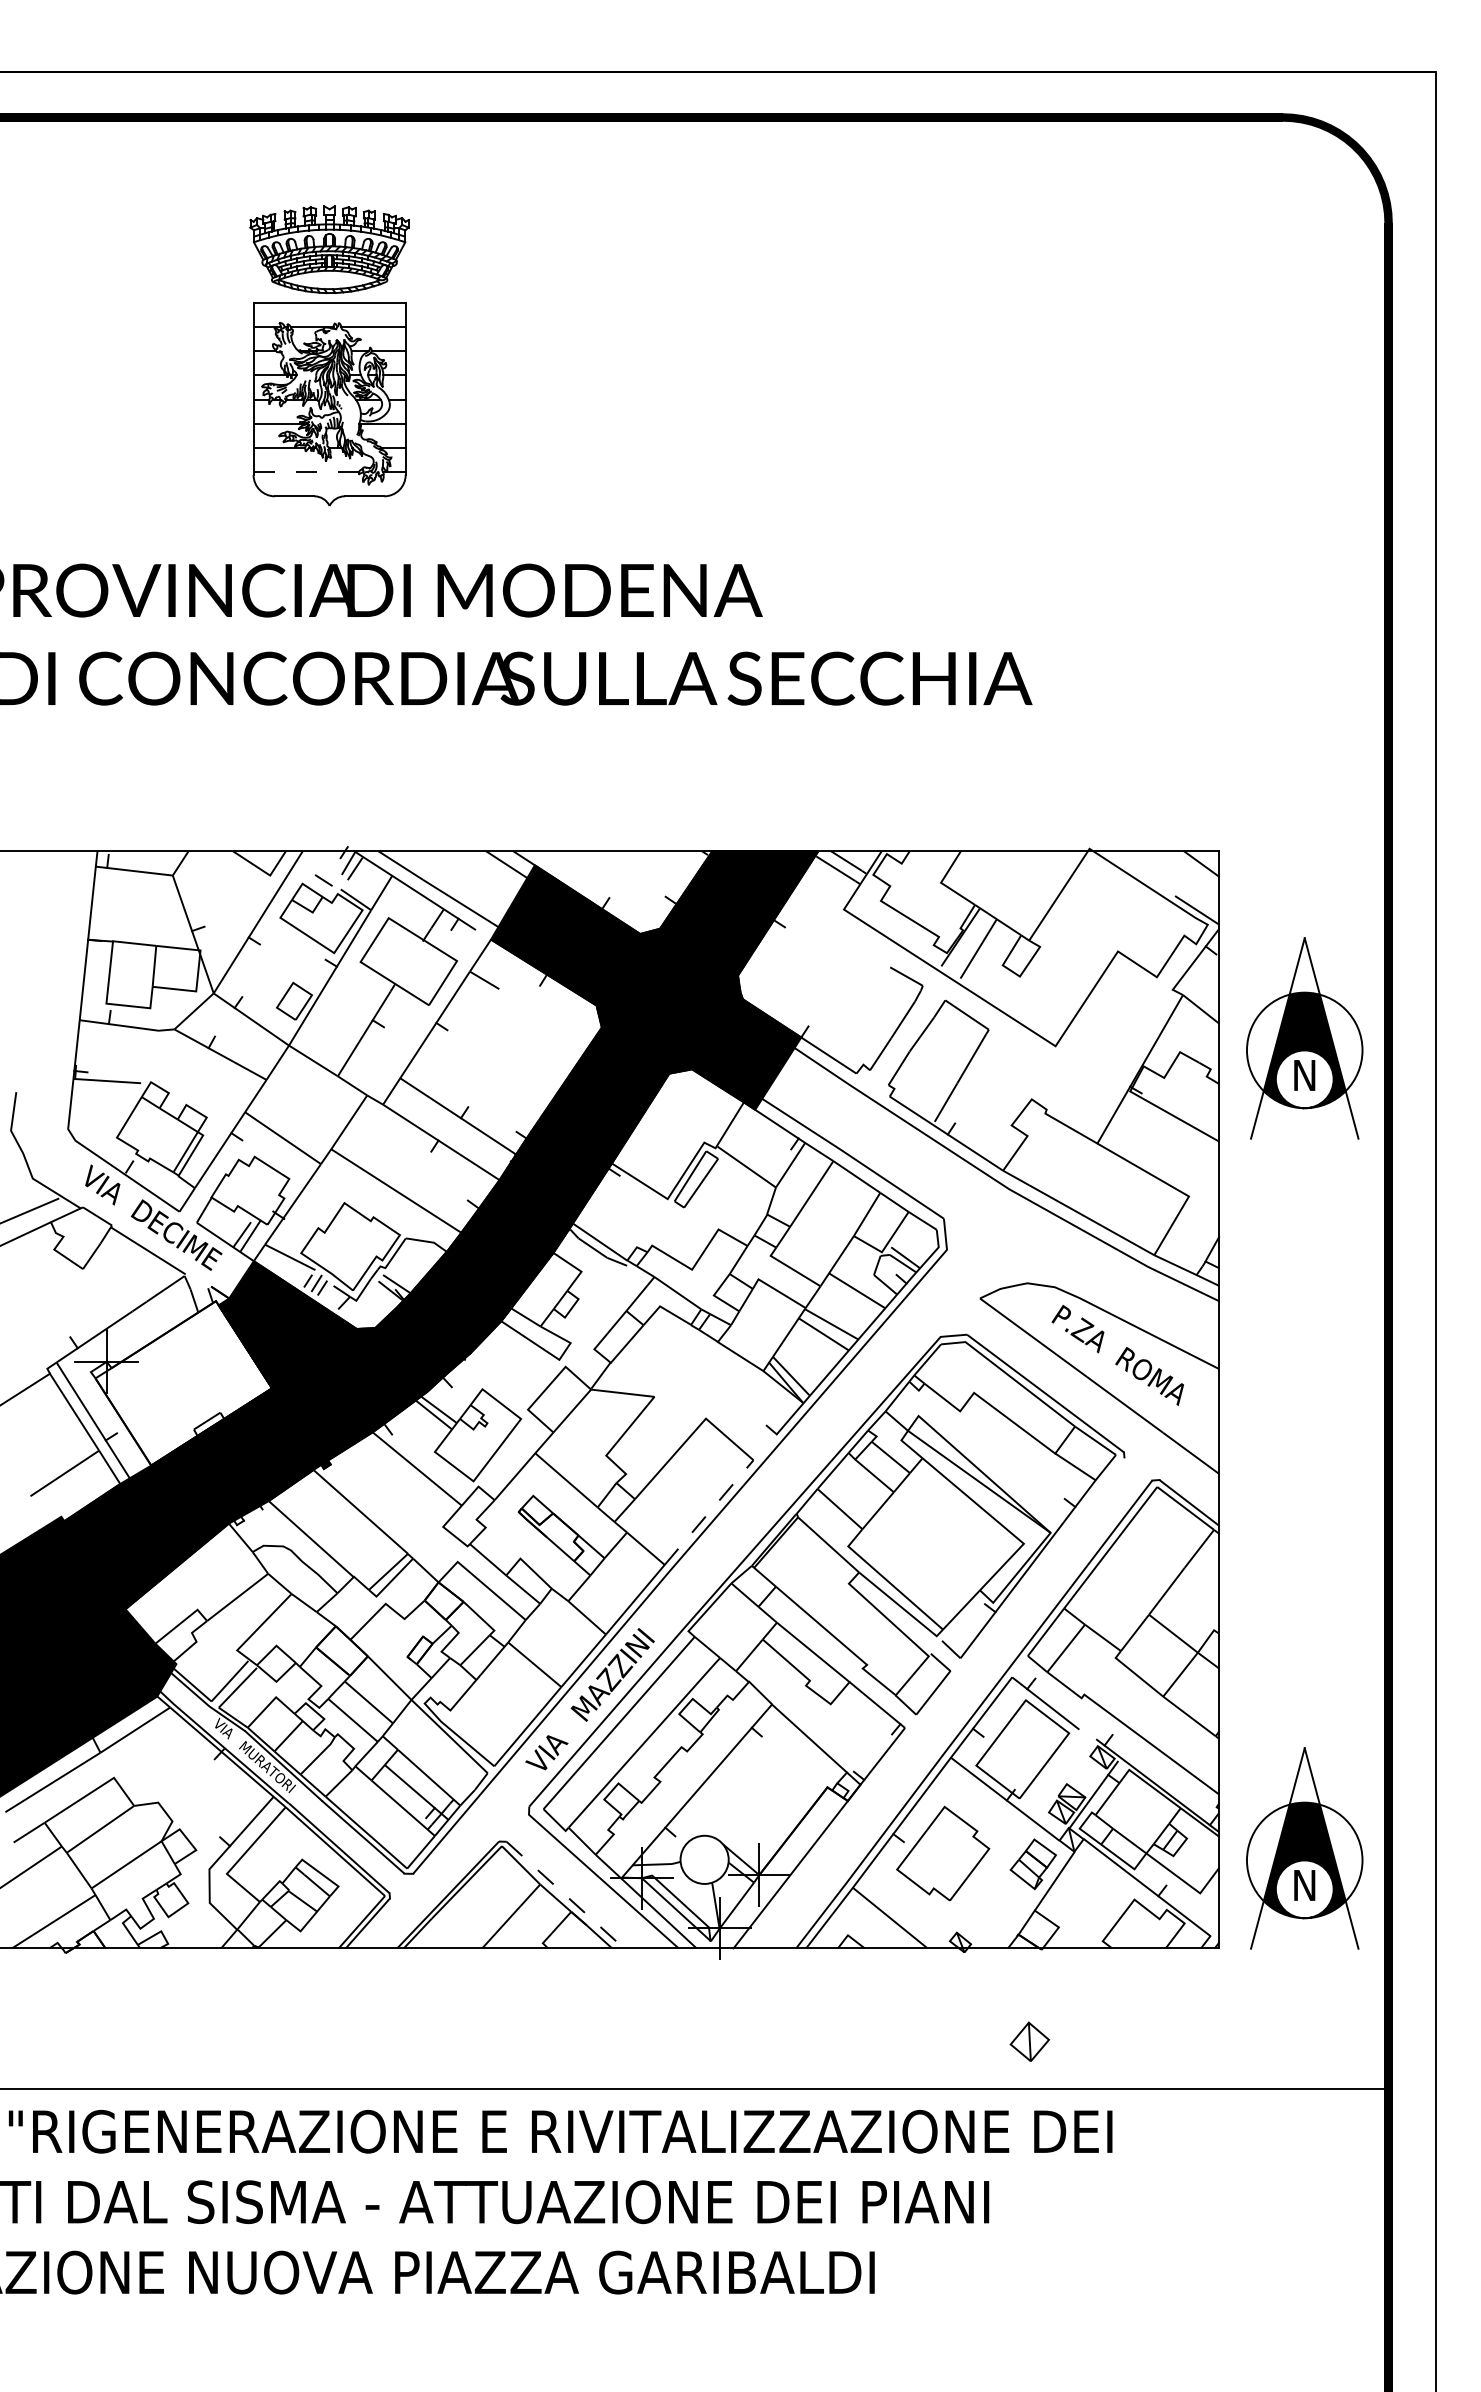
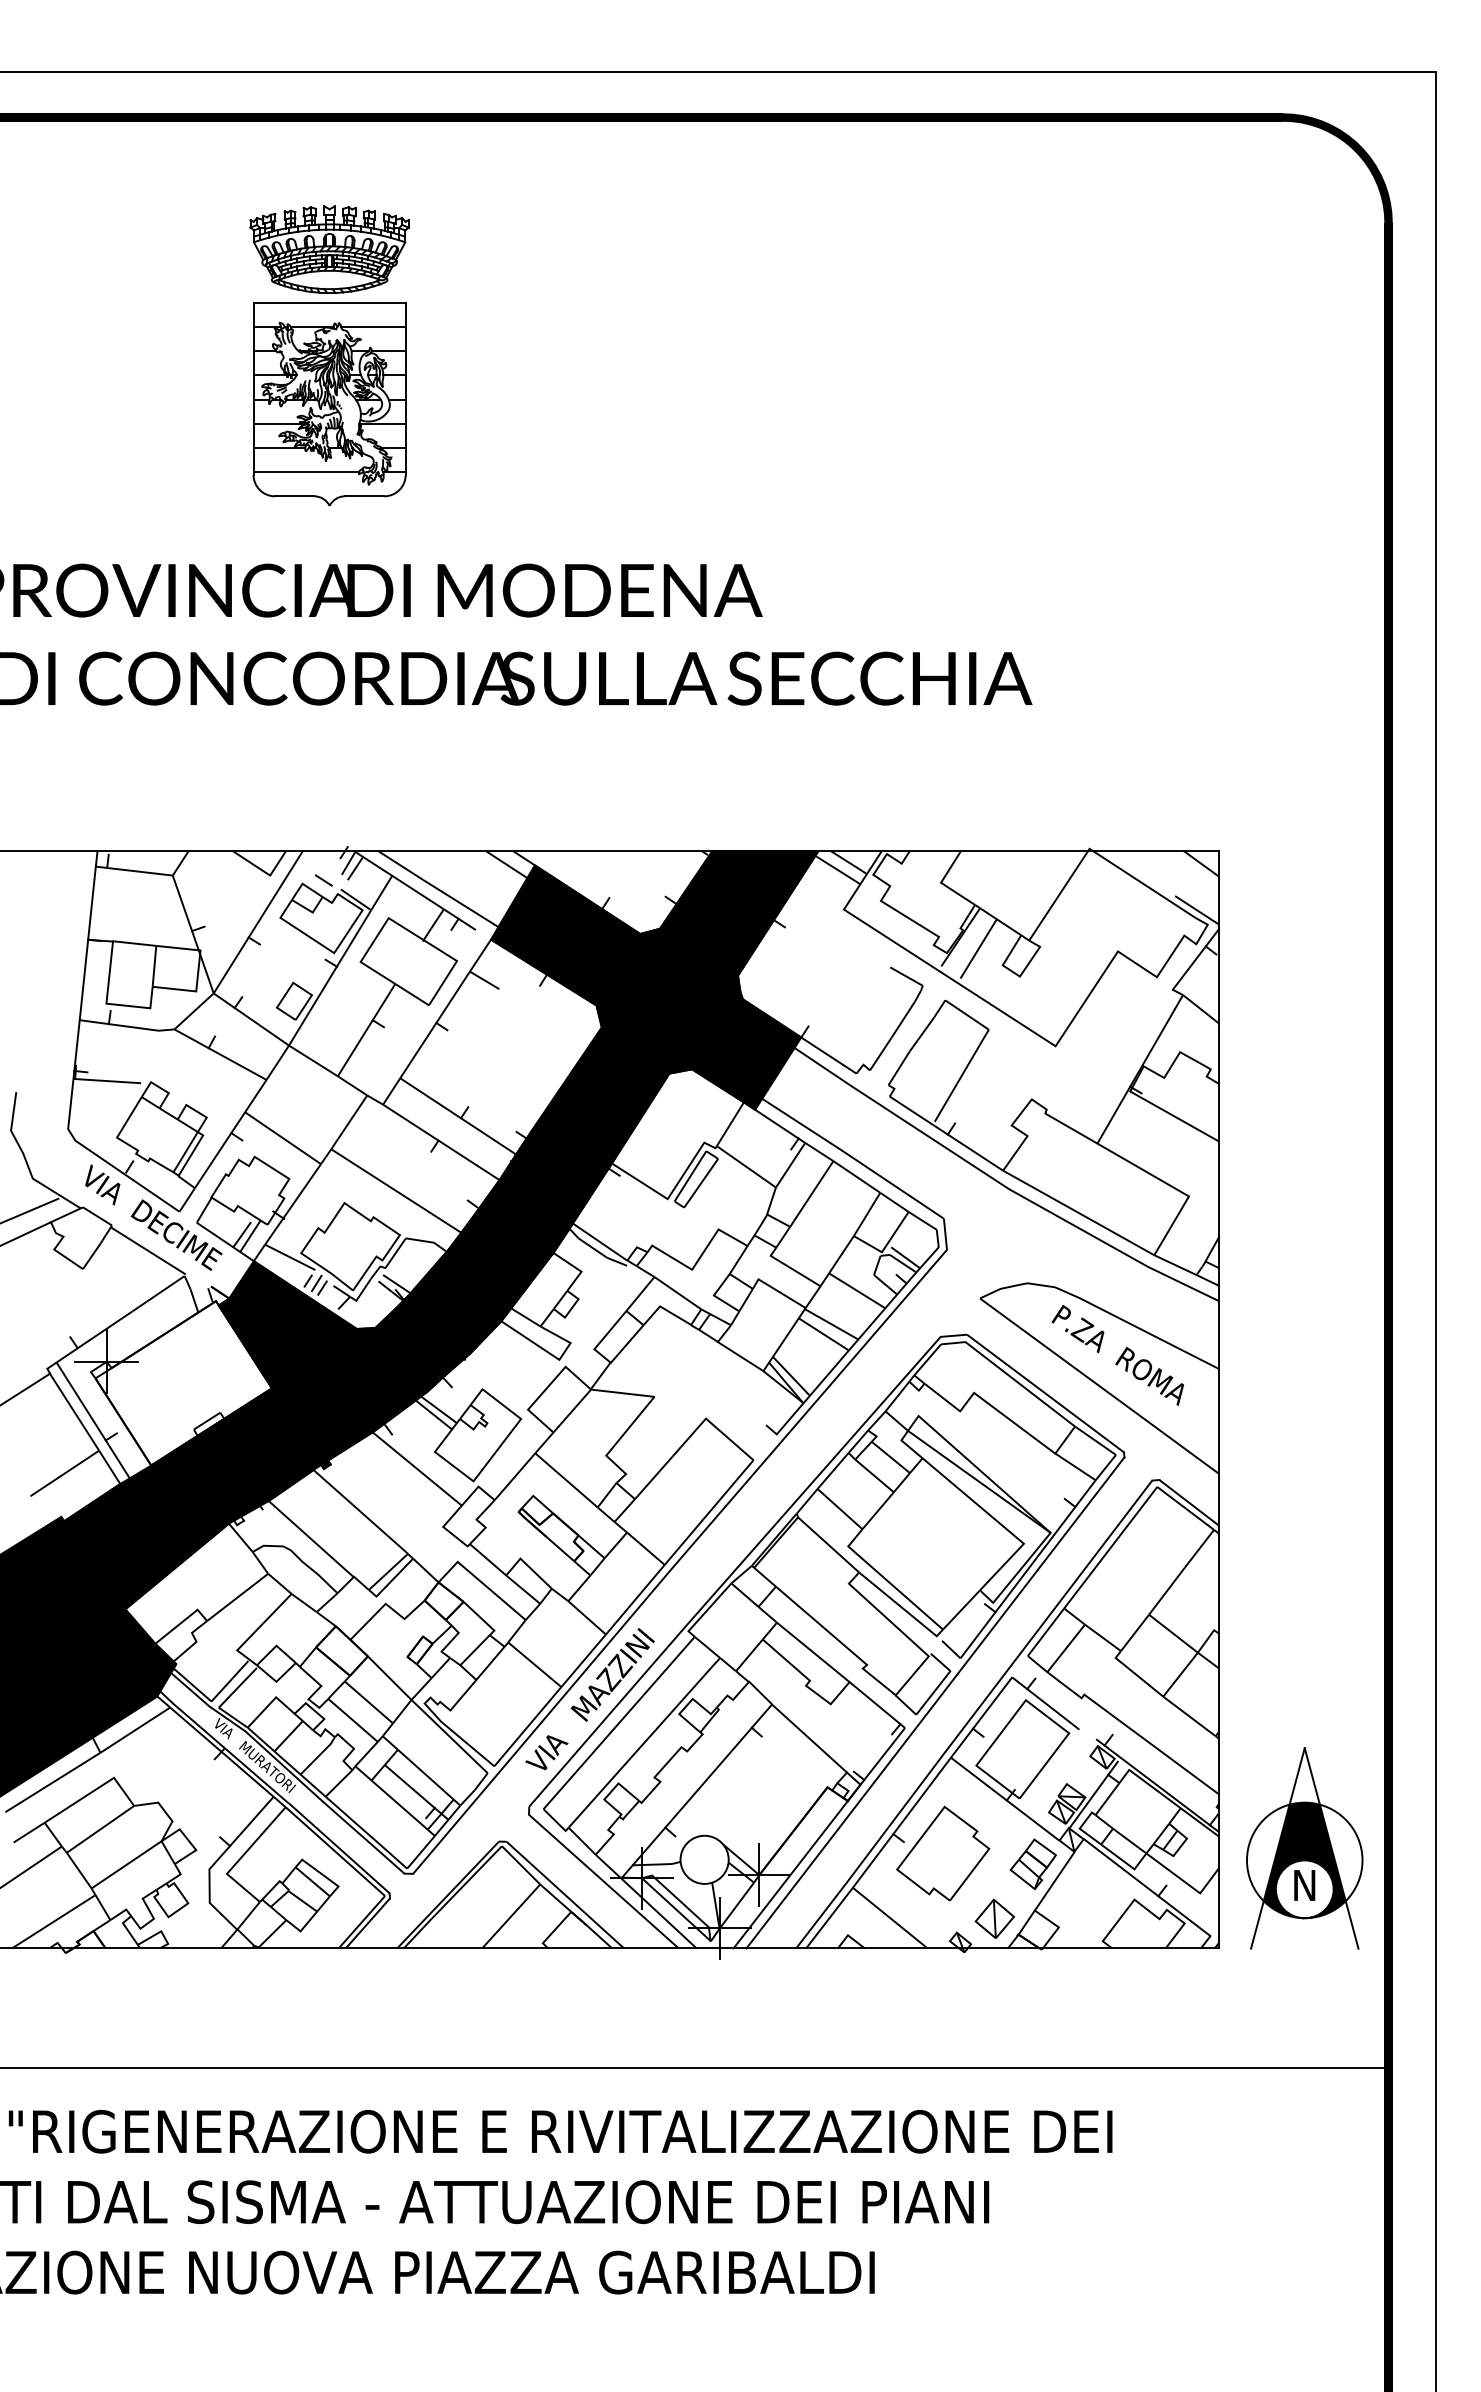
line at (306, 472): dashed -> solid
part at (1304, 1038): present -> none
line at (709, 1512): dashed -> solid
line at (935, 1702): none -> present
line at (565, 1895): dashed -> solid
part at (1029, 2041) position: (1029, 2041) -> (994, 1918)
line at (692, 2089) position: (692, 2089) -> (692, 2068)
